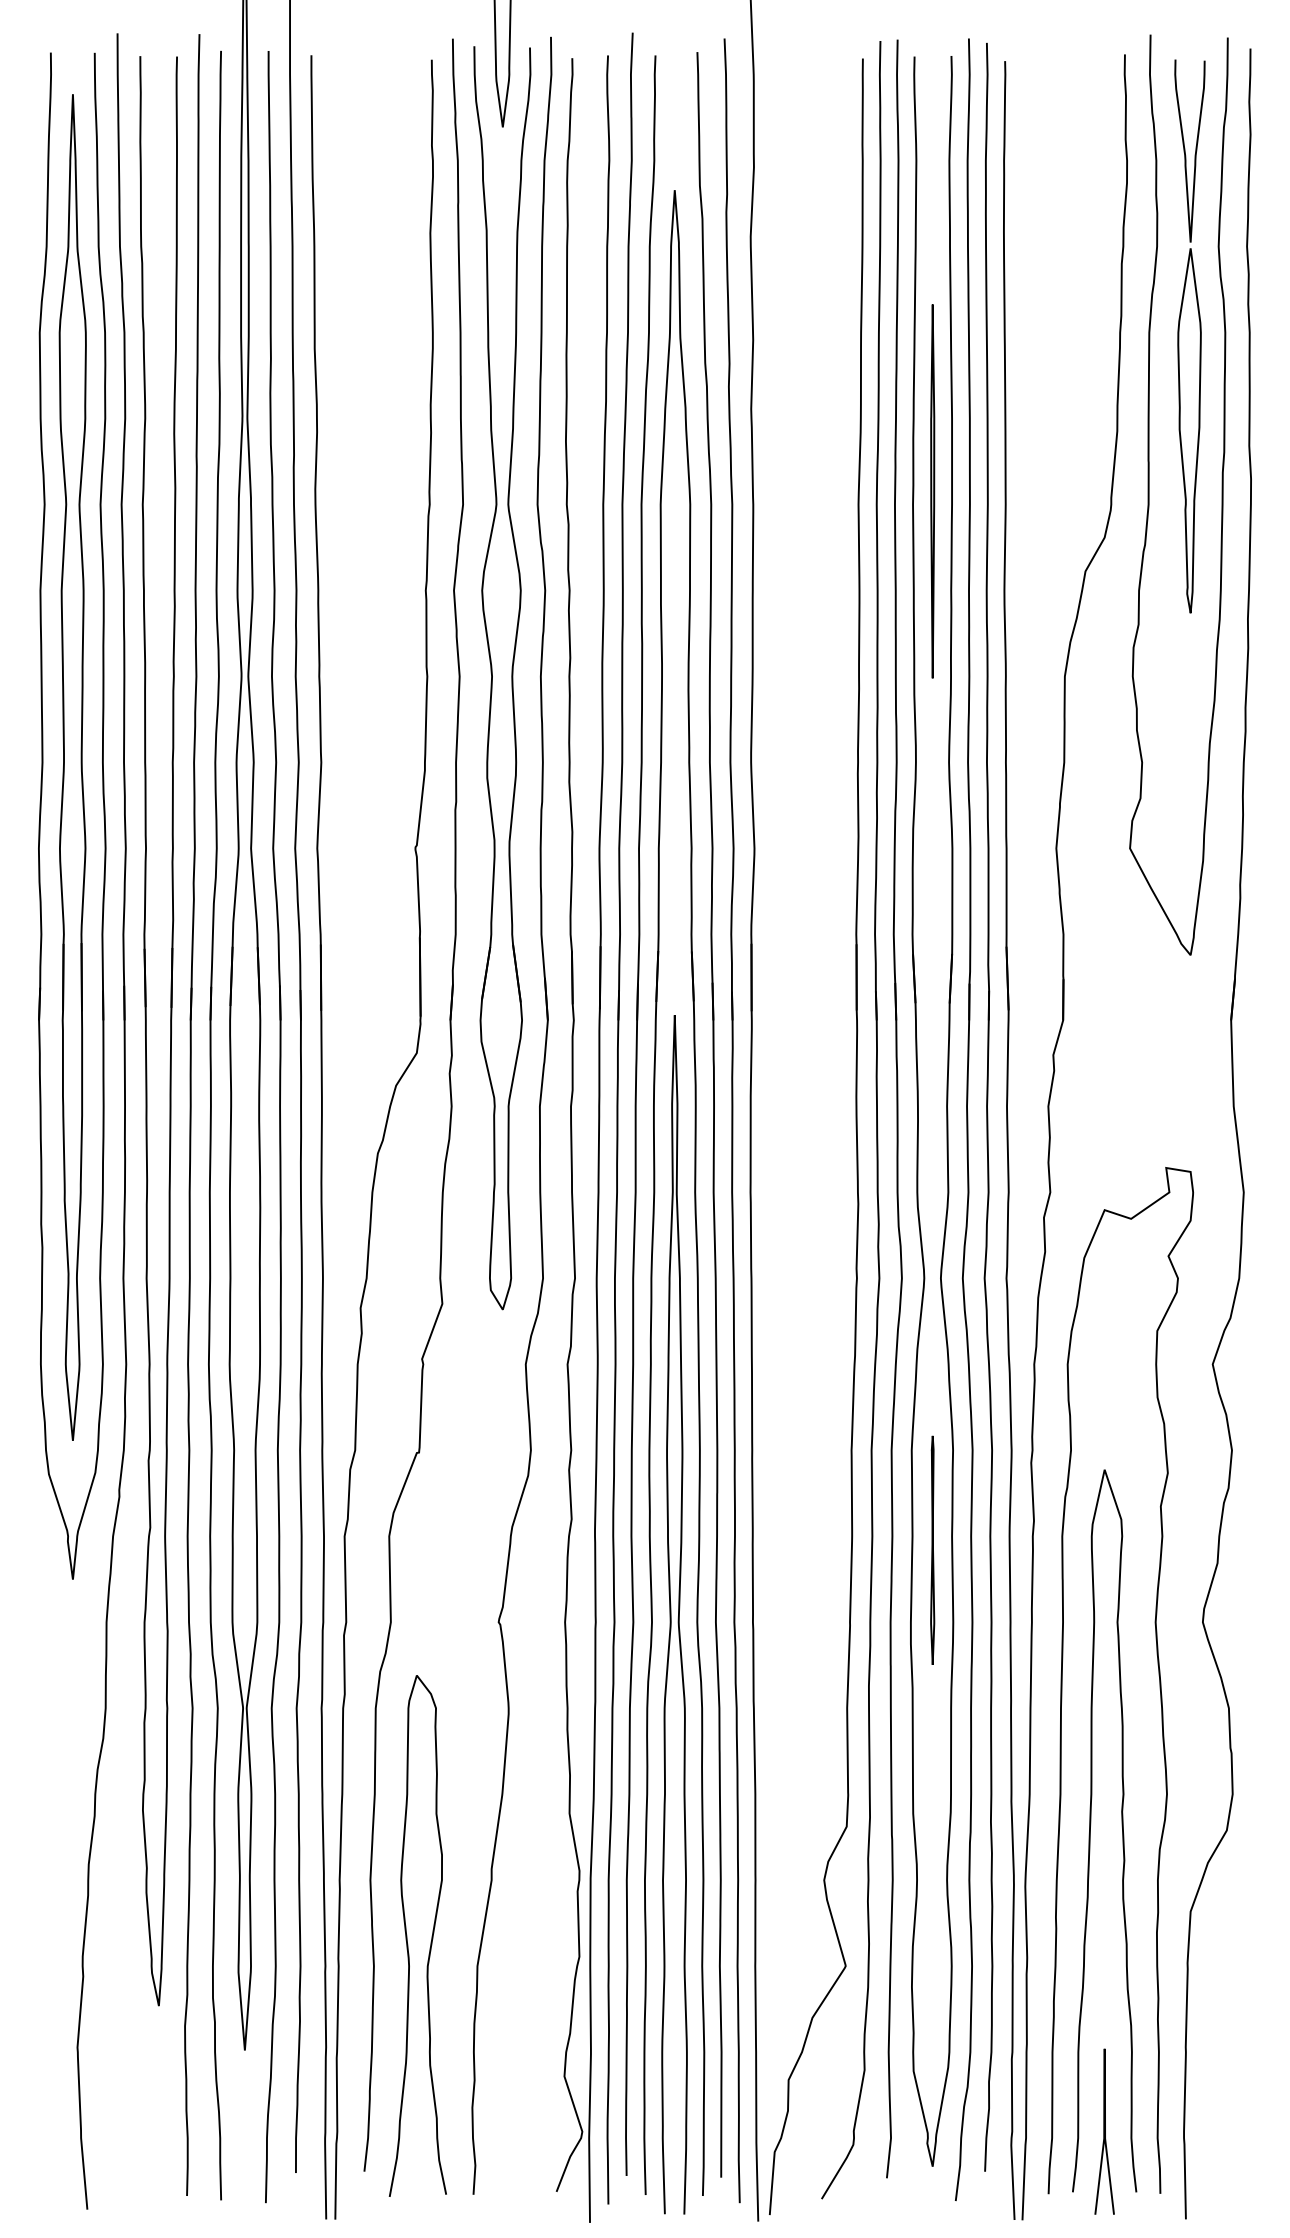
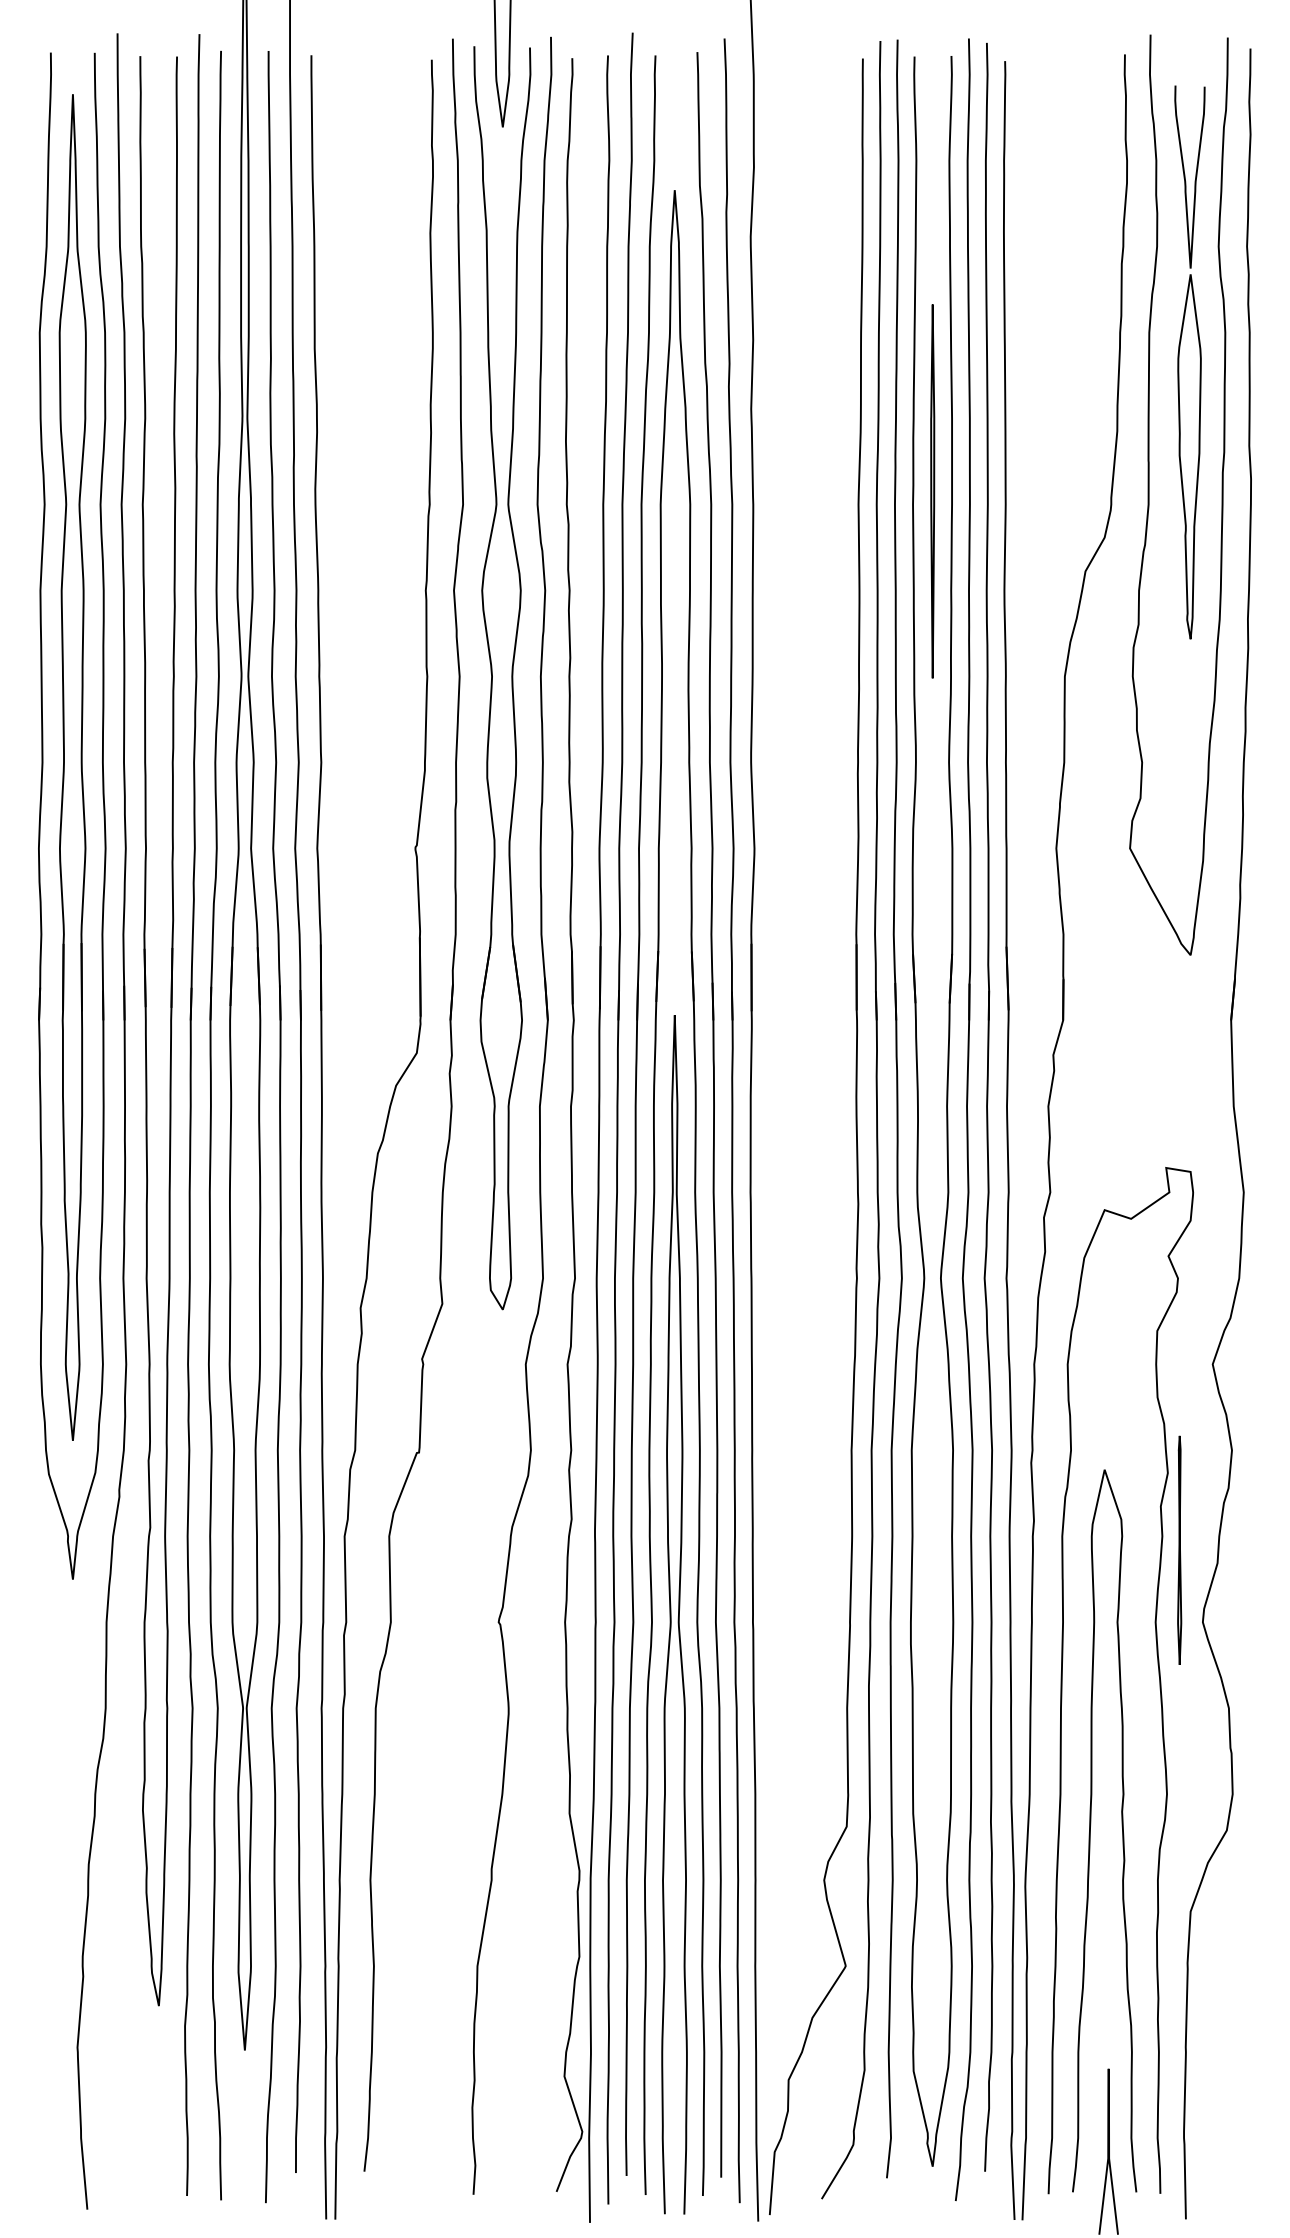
part at (1189, 336) position: (1189, 336) -> (1189, 362)
part at (932, 1549) position: (932, 1549) -> (1179, 1549)
curve at (407, 1935): present -> none
curve at (1104, 2131) position: (1104, 2131) -> (1108, 2151)
